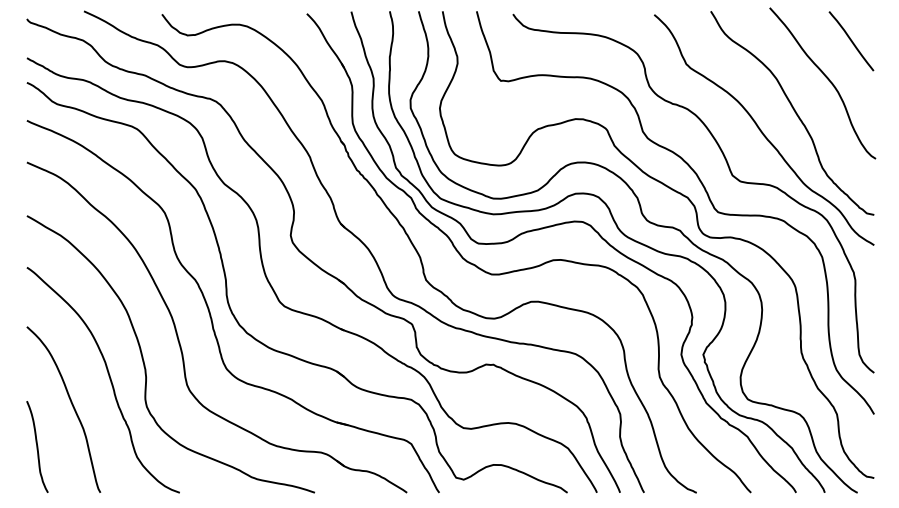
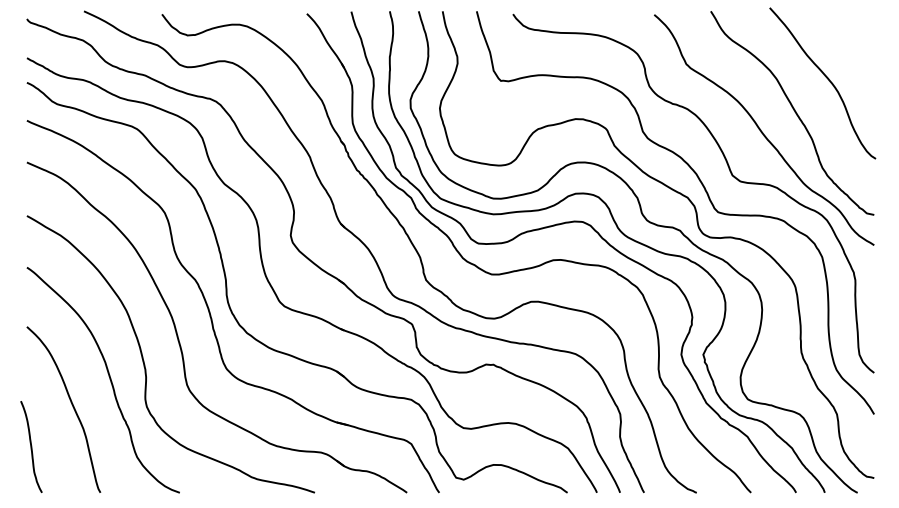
curve at (851, 41): present -> none
curve at (37, 446) position: (37, 446) -> (31, 446)
